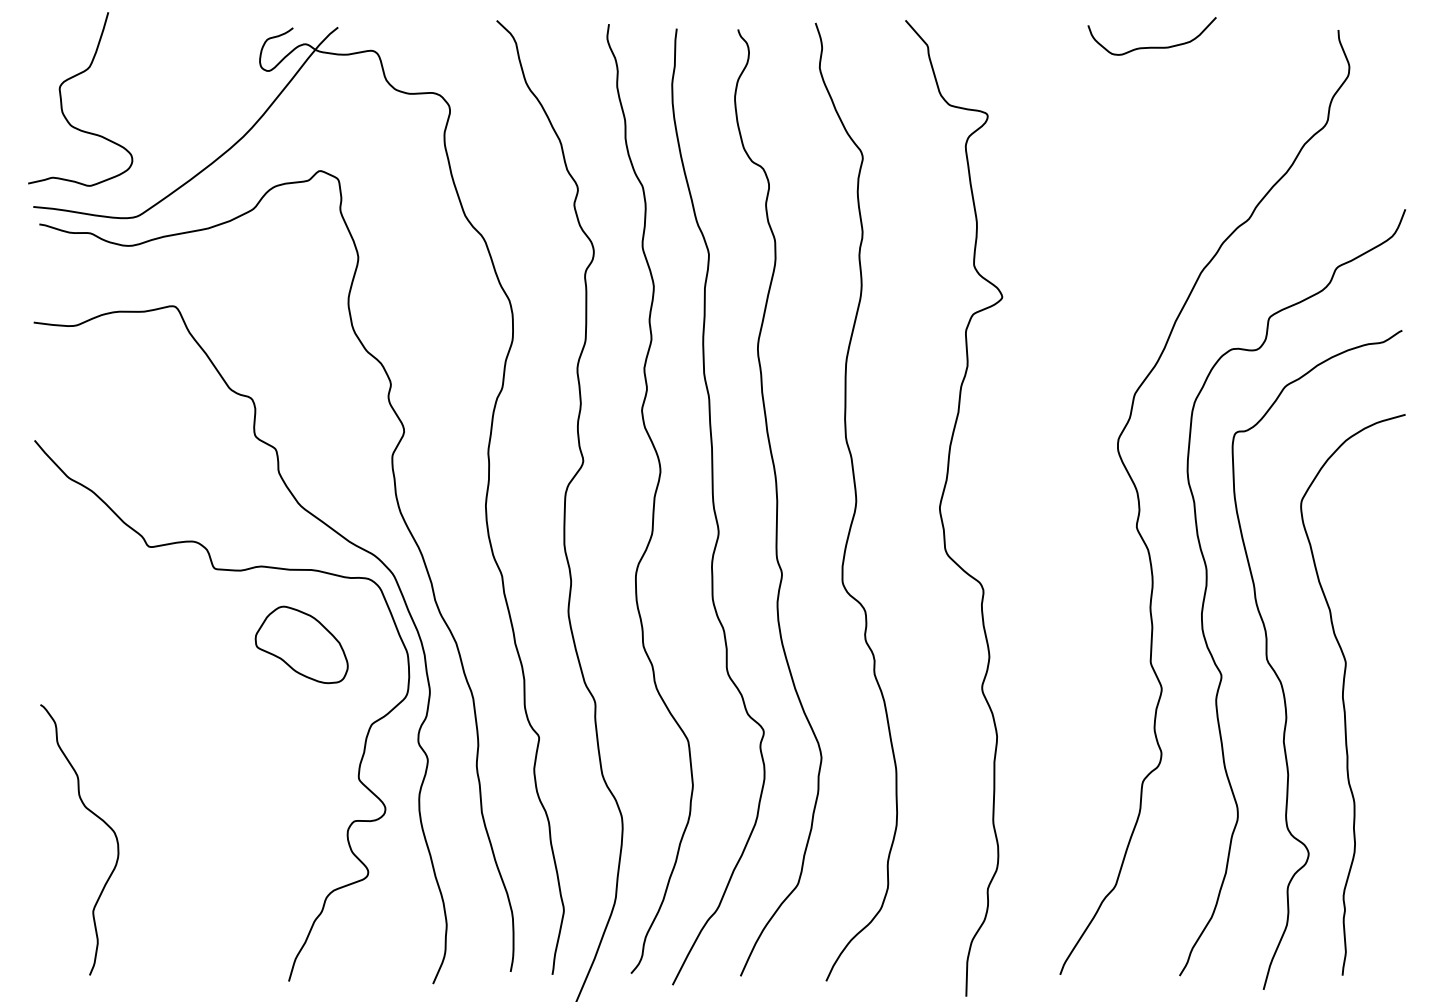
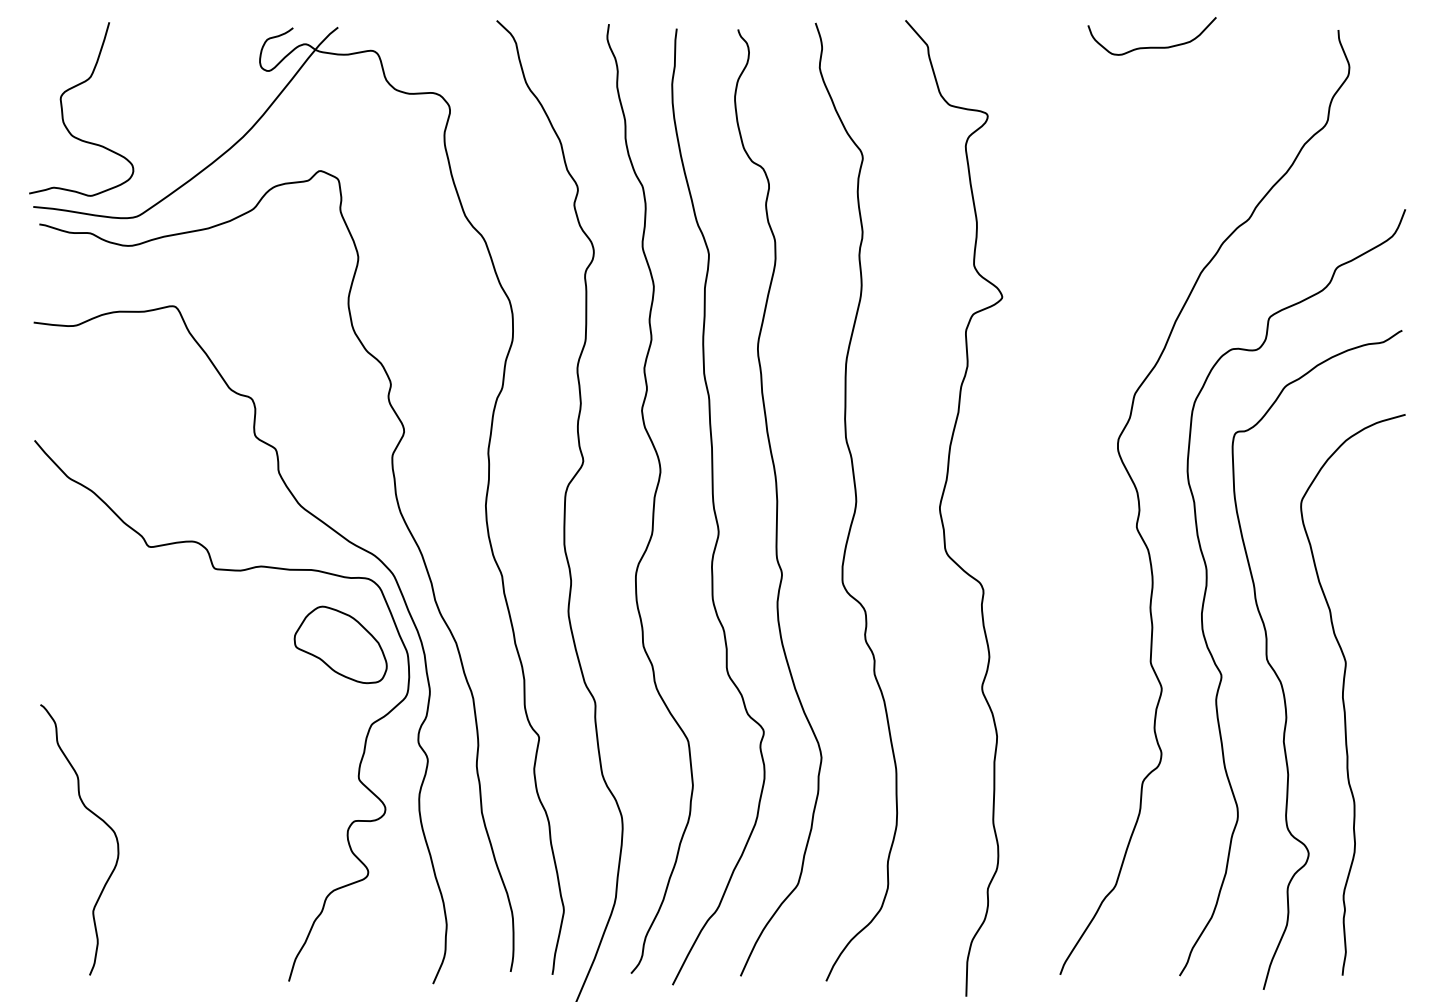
curve at (62, 102) position: (62, 102) -> (63, 112)
part at (301, 644) position: (301, 644) -> (340, 644)
